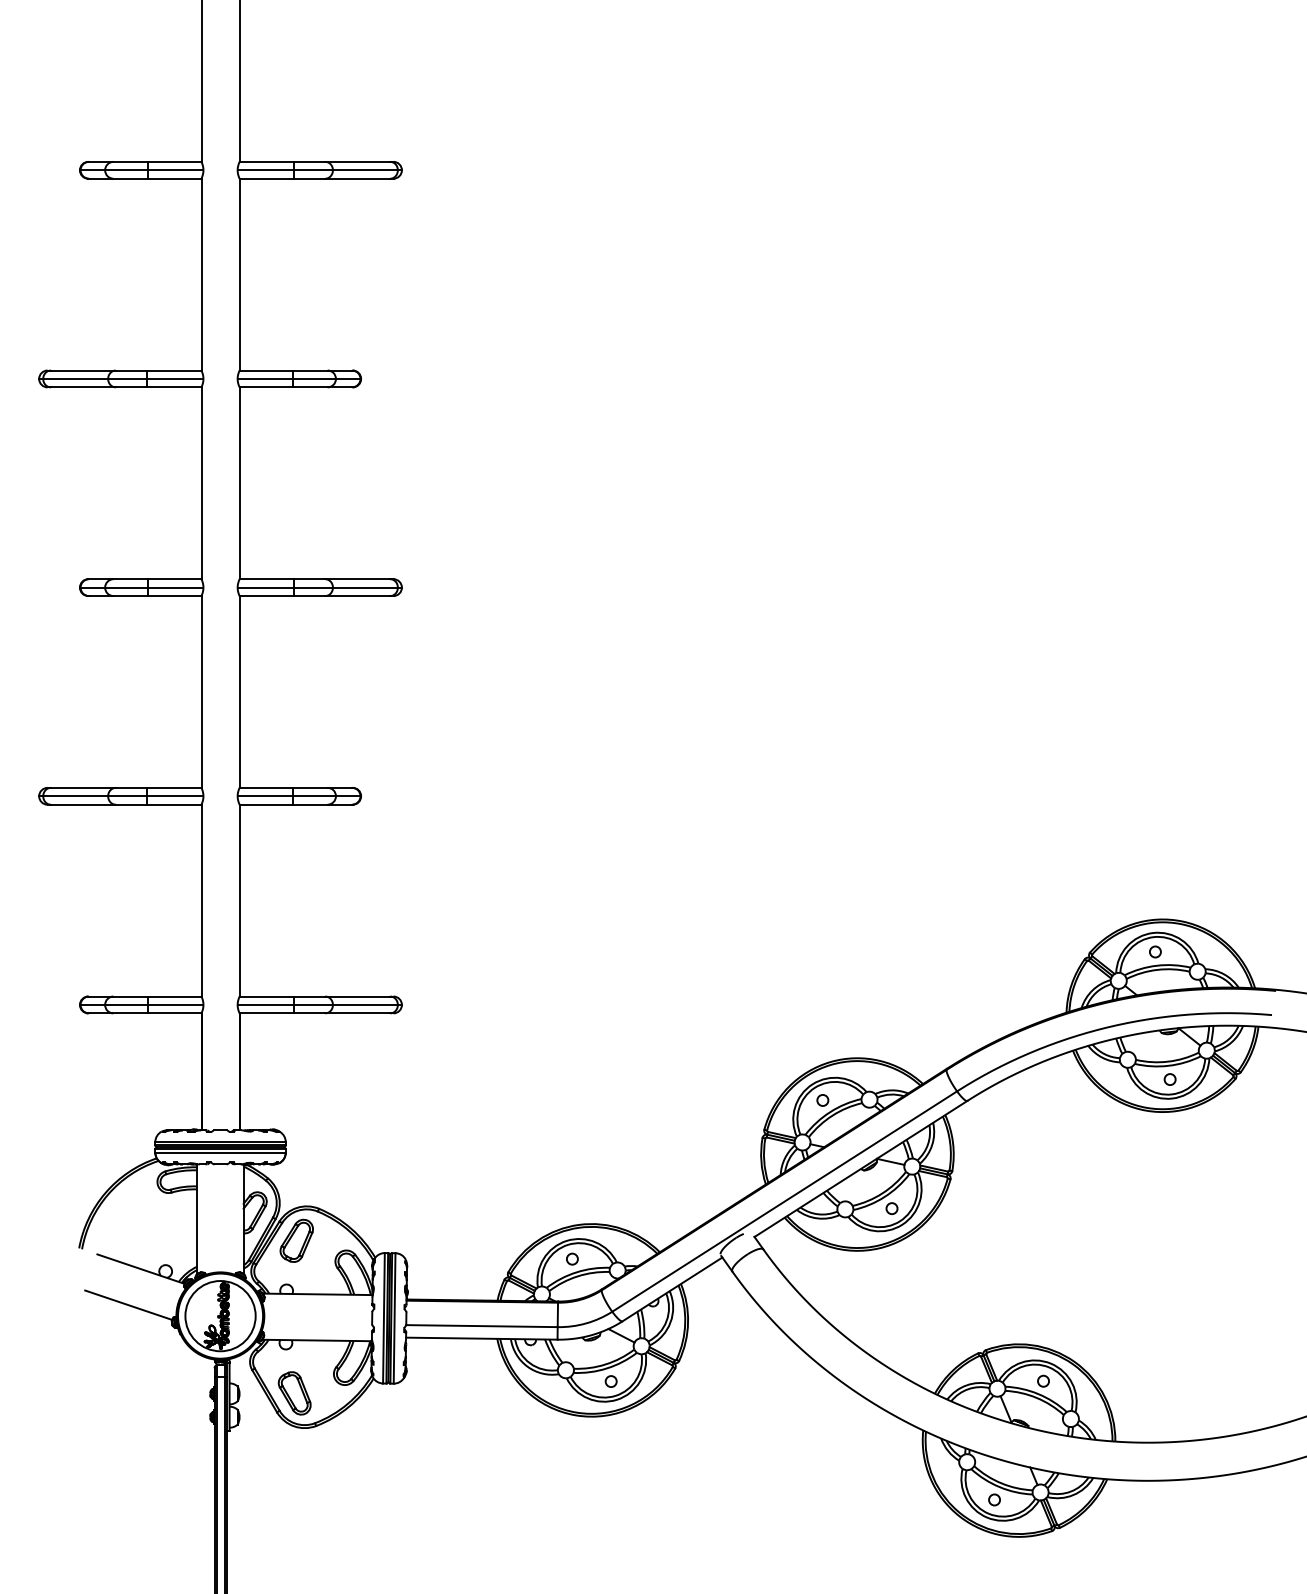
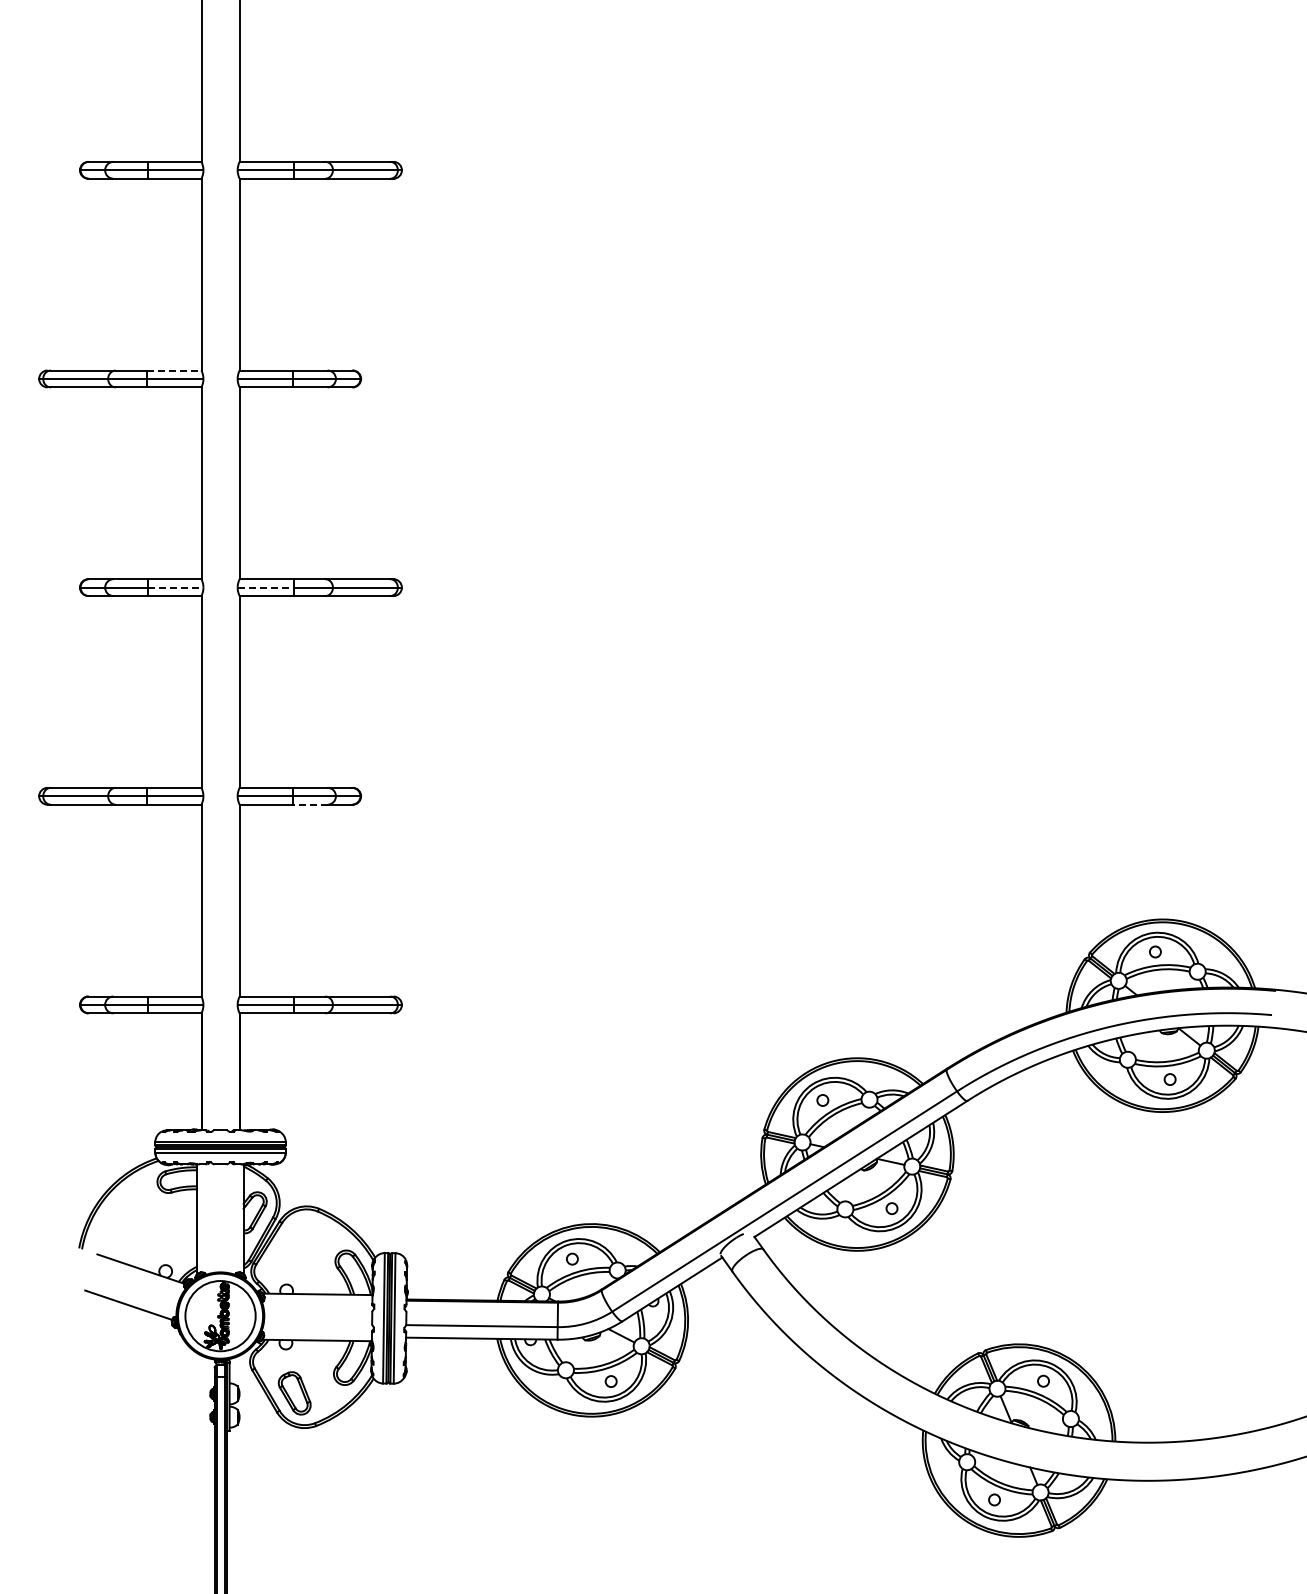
line at (174, 370): solid -> dashed
line at (175, 587): solid -> dashed
line at (266, 587): solid -> dashed
line at (310, 804): solid -> dashed
part at (296, 1240): present -> none
